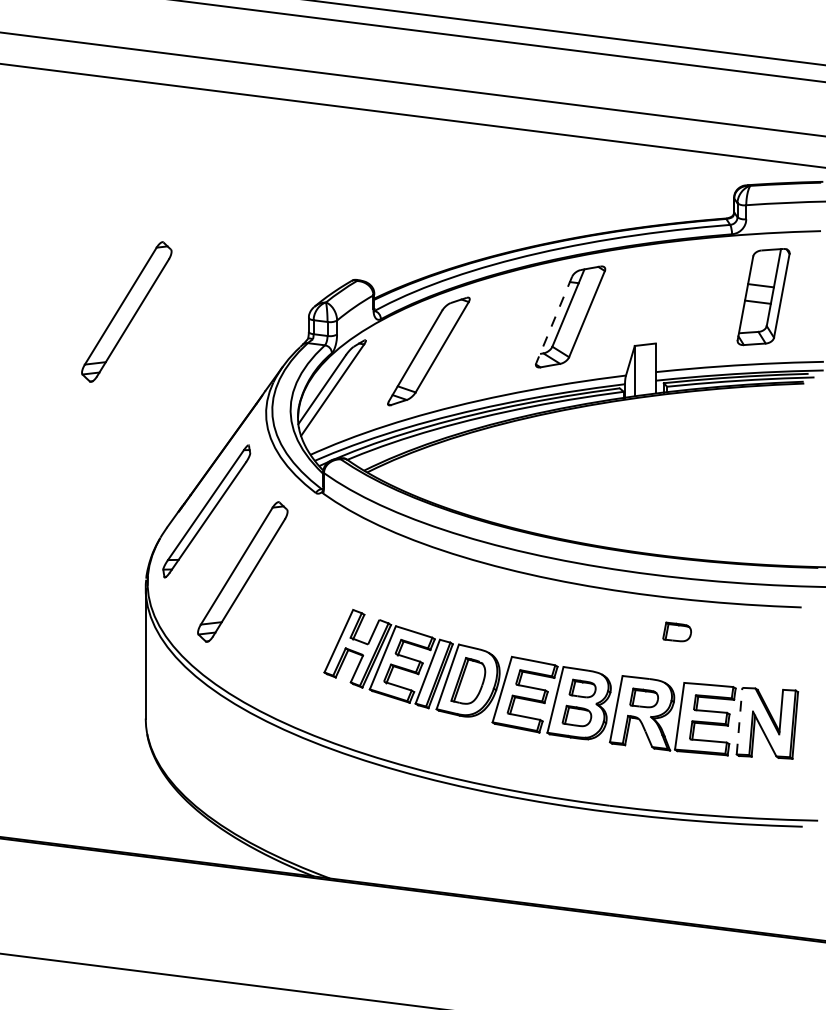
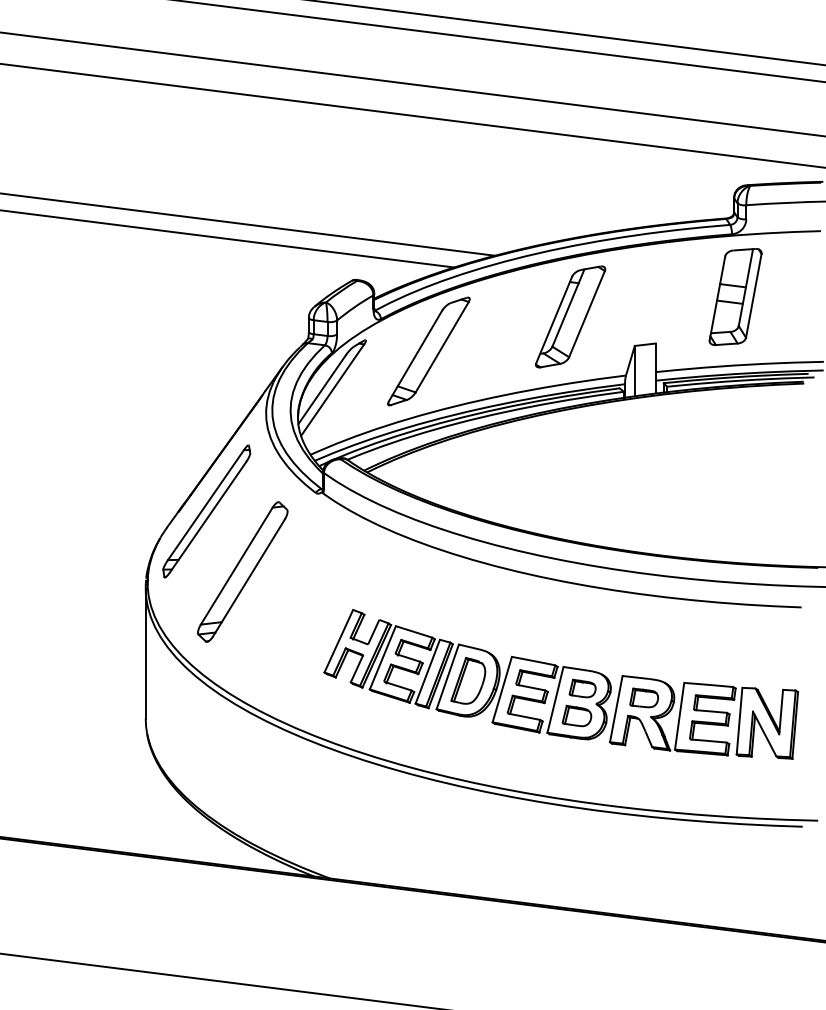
line at (248, 224): none -> present
line at (228, 238): none -> present
part at (763, 297) position: (763, 297) -> (735, 297)
part at (126, 311): present -> none
line at (554, 319): dashed -> solid
part at (676, 631): present -> none
line at (739, 720): dashed -> solid
